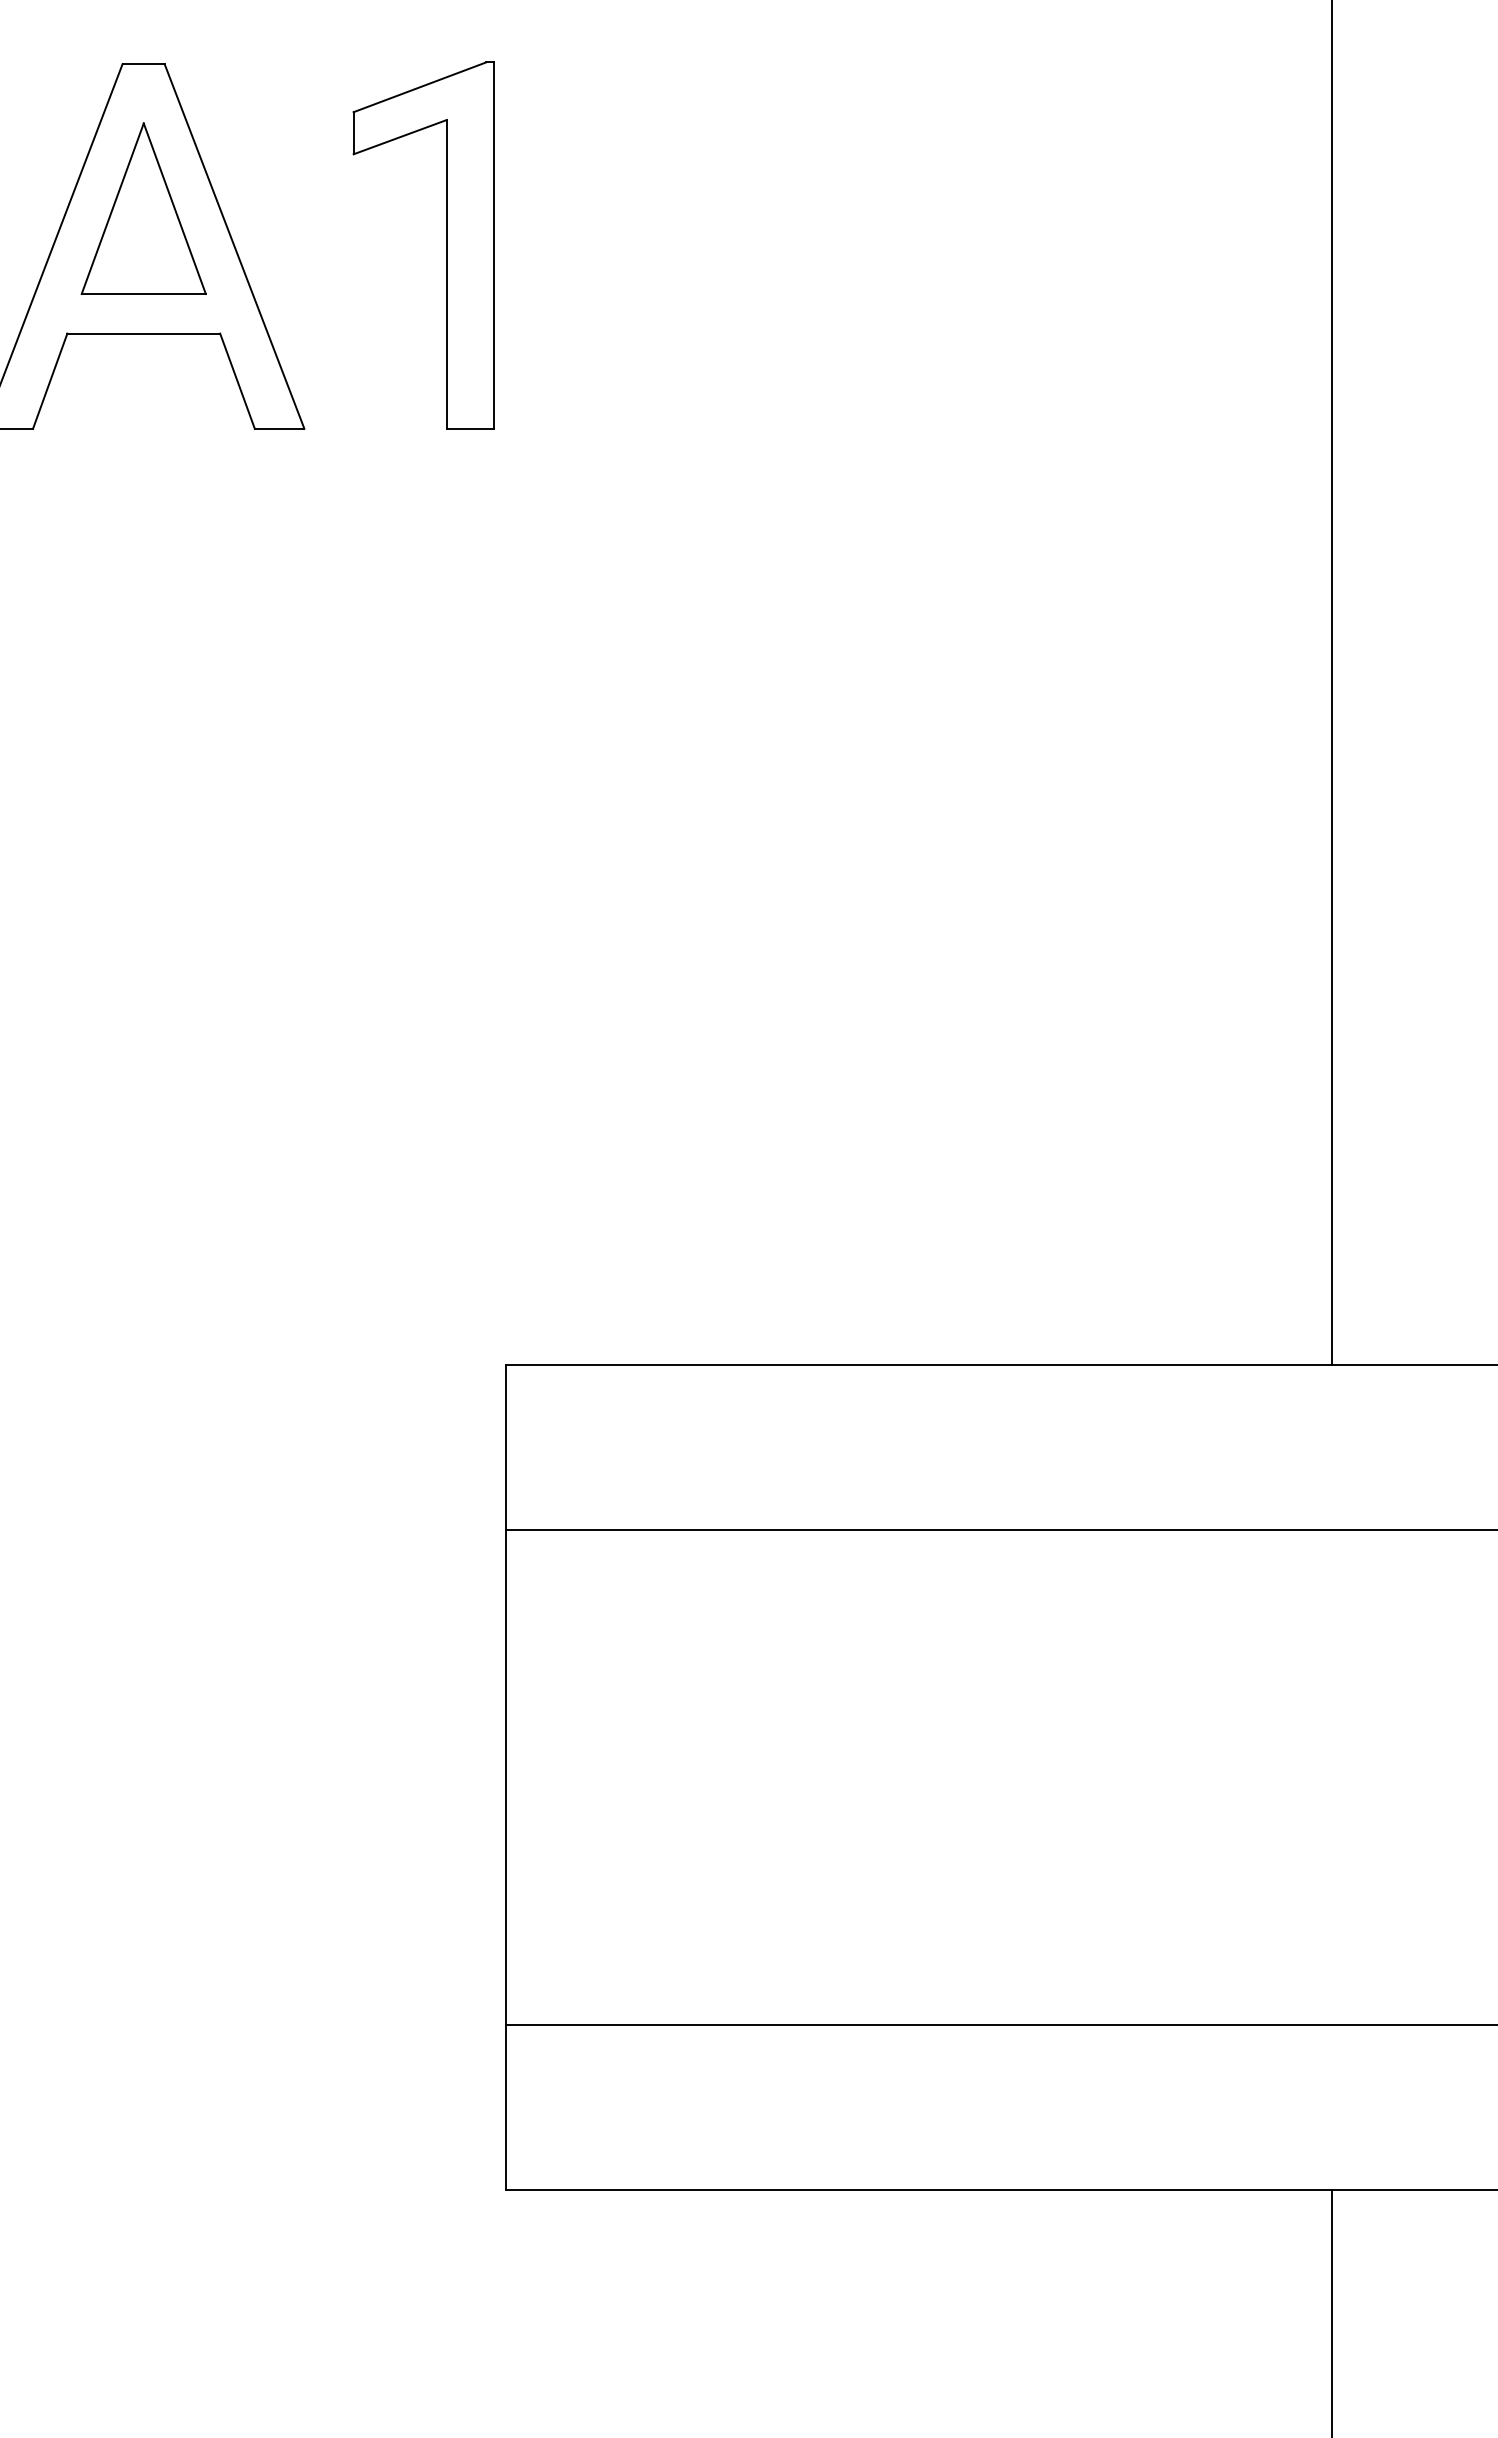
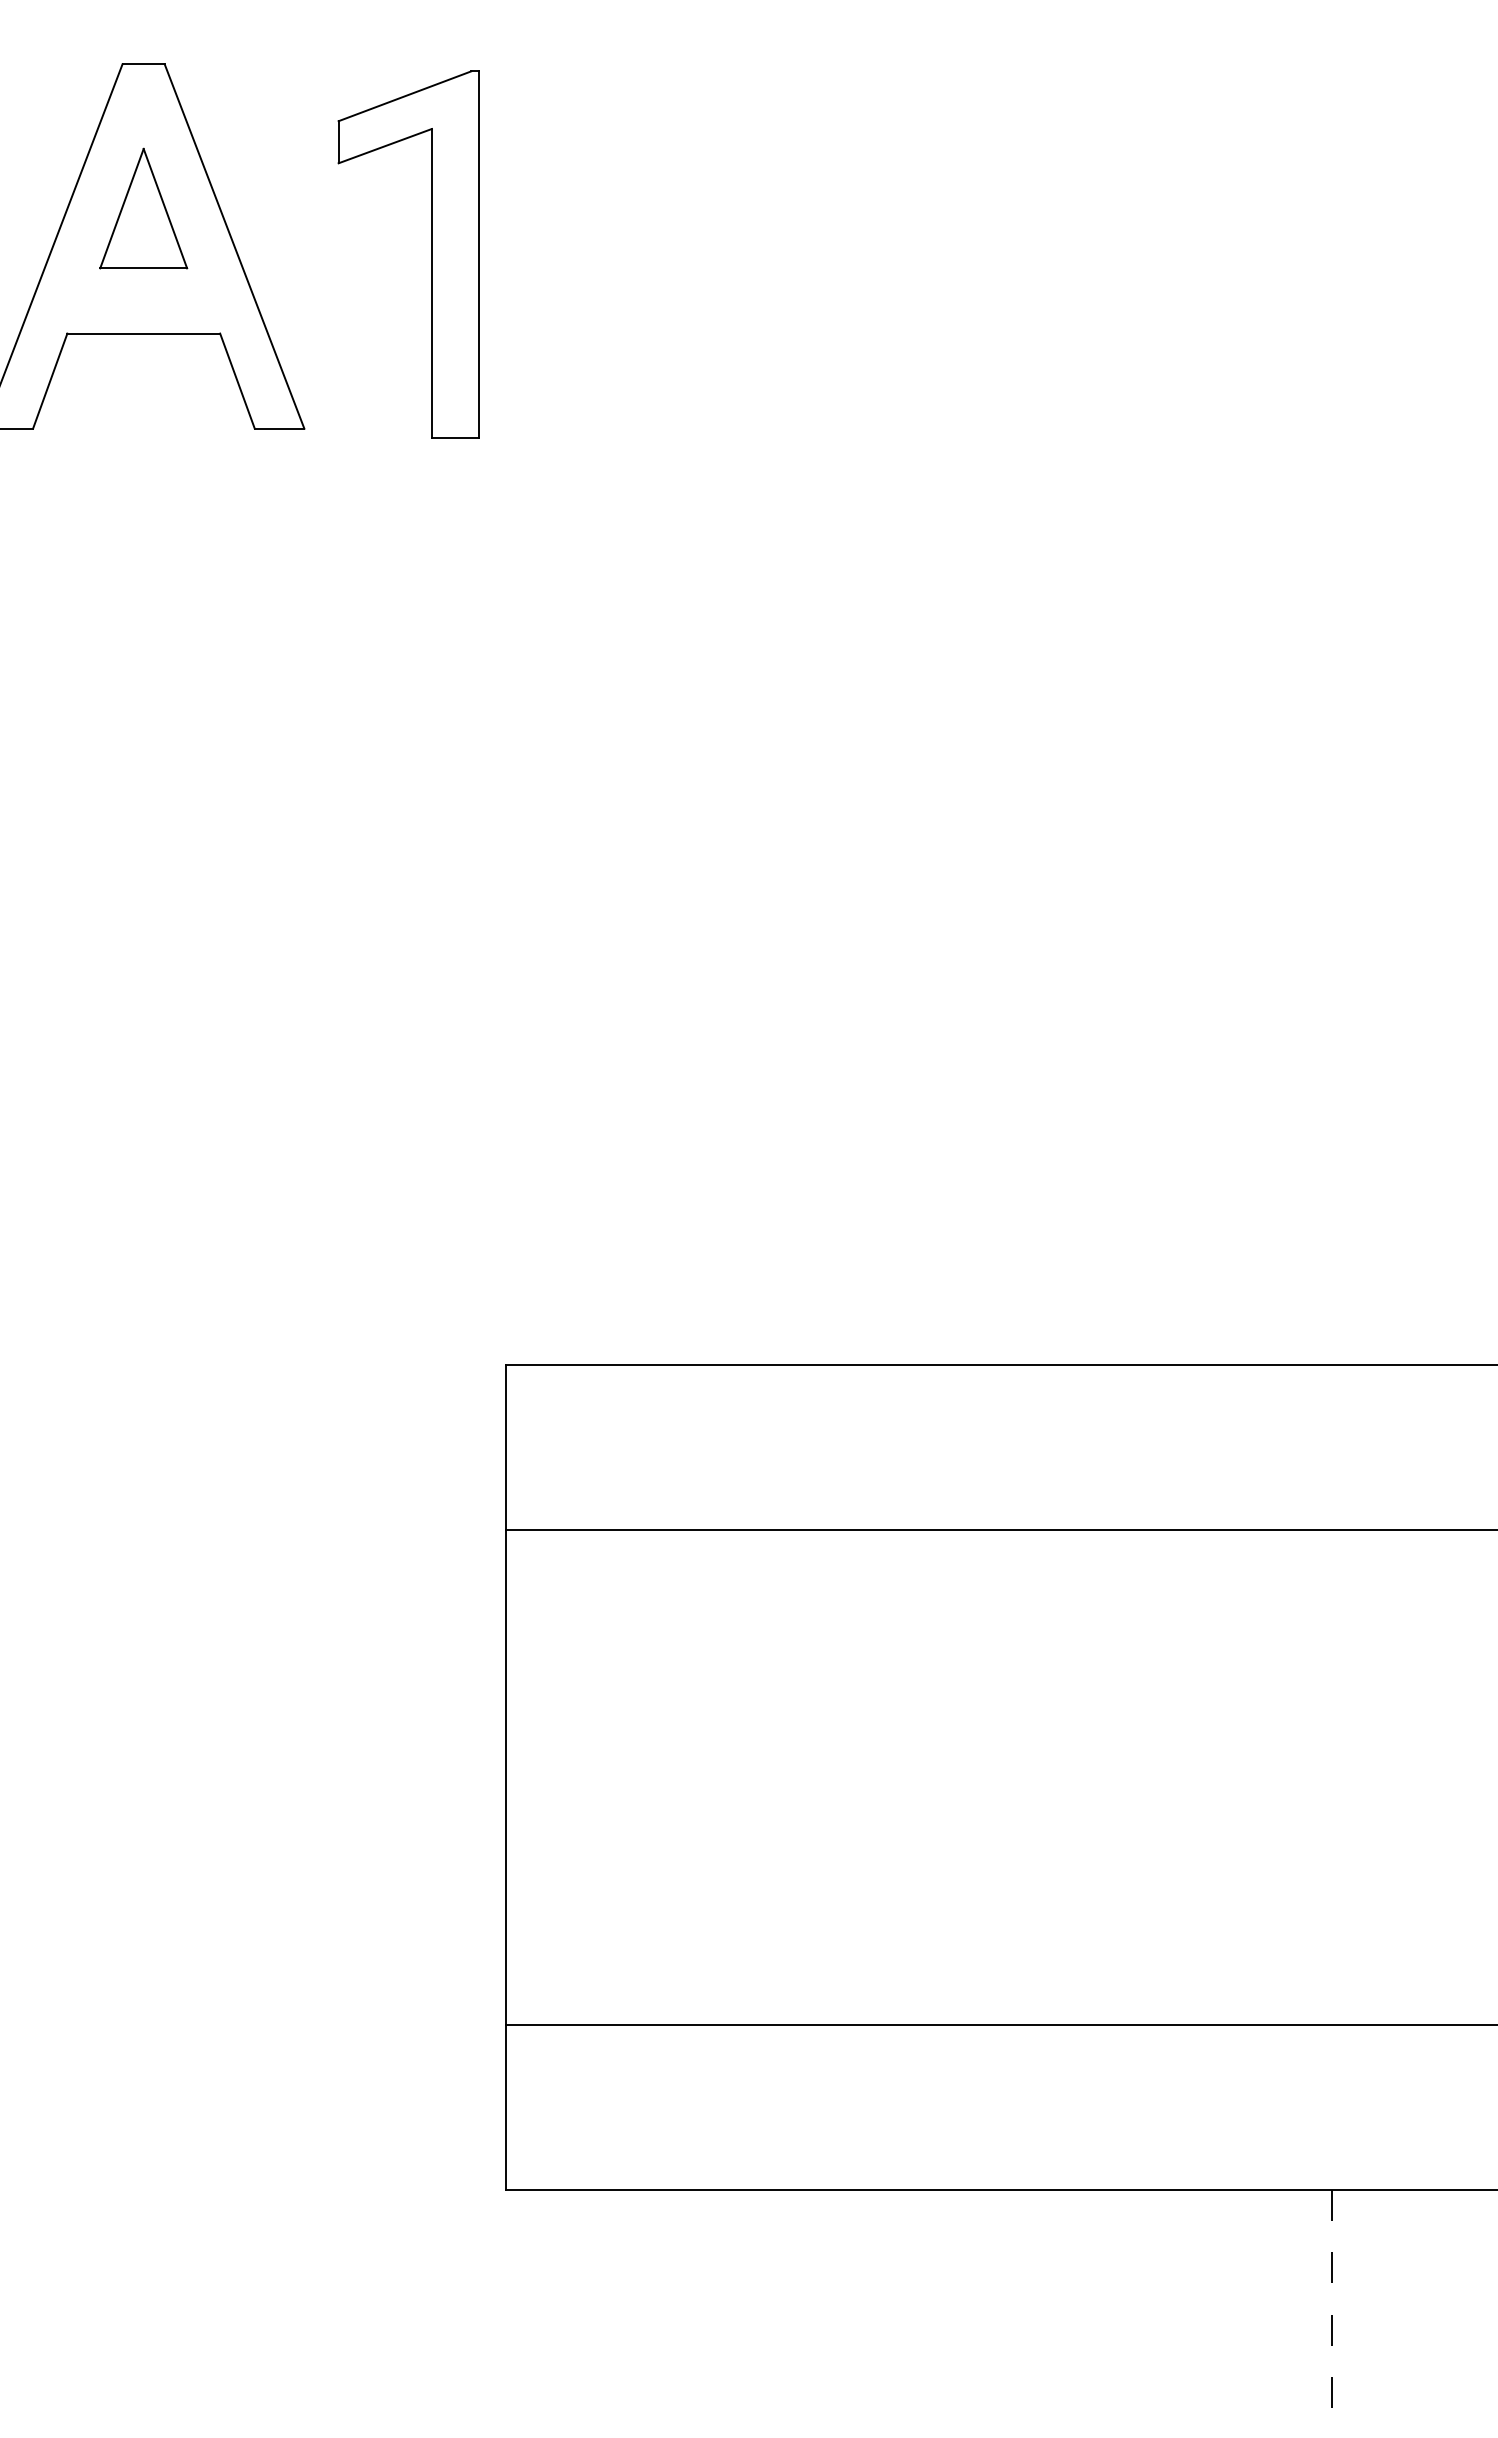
part at (143, 208) size: 127x173 px -> 90x123 px
part at (446, 245) position: (446, 245) -> (431, 254)
line at (1331, 683): present -> none
line at (1331, 2313): solid -> dashed
